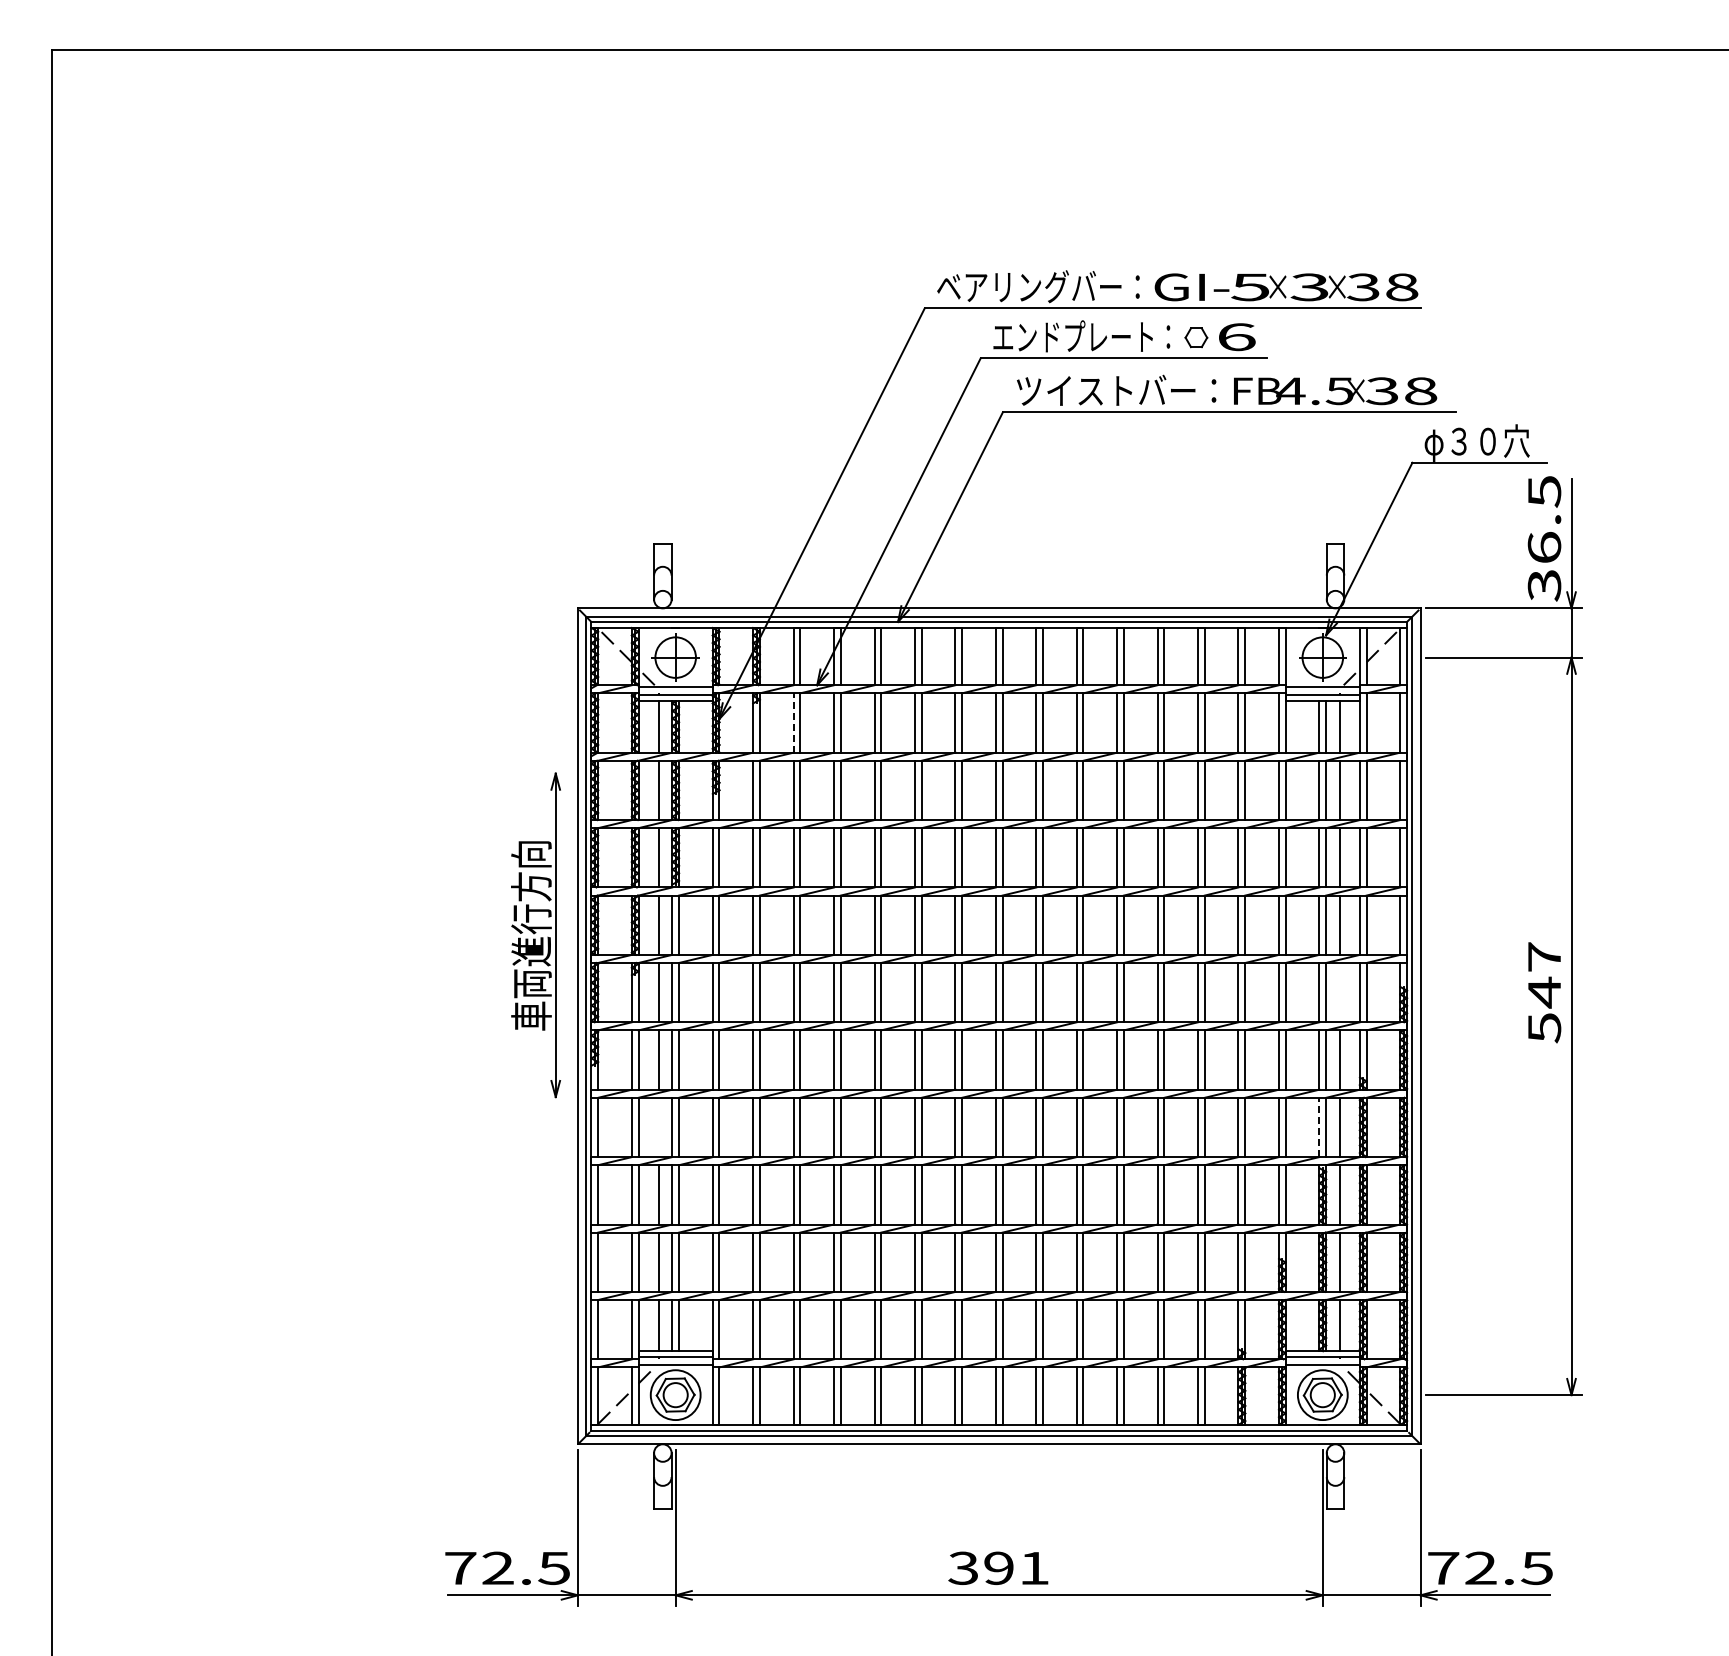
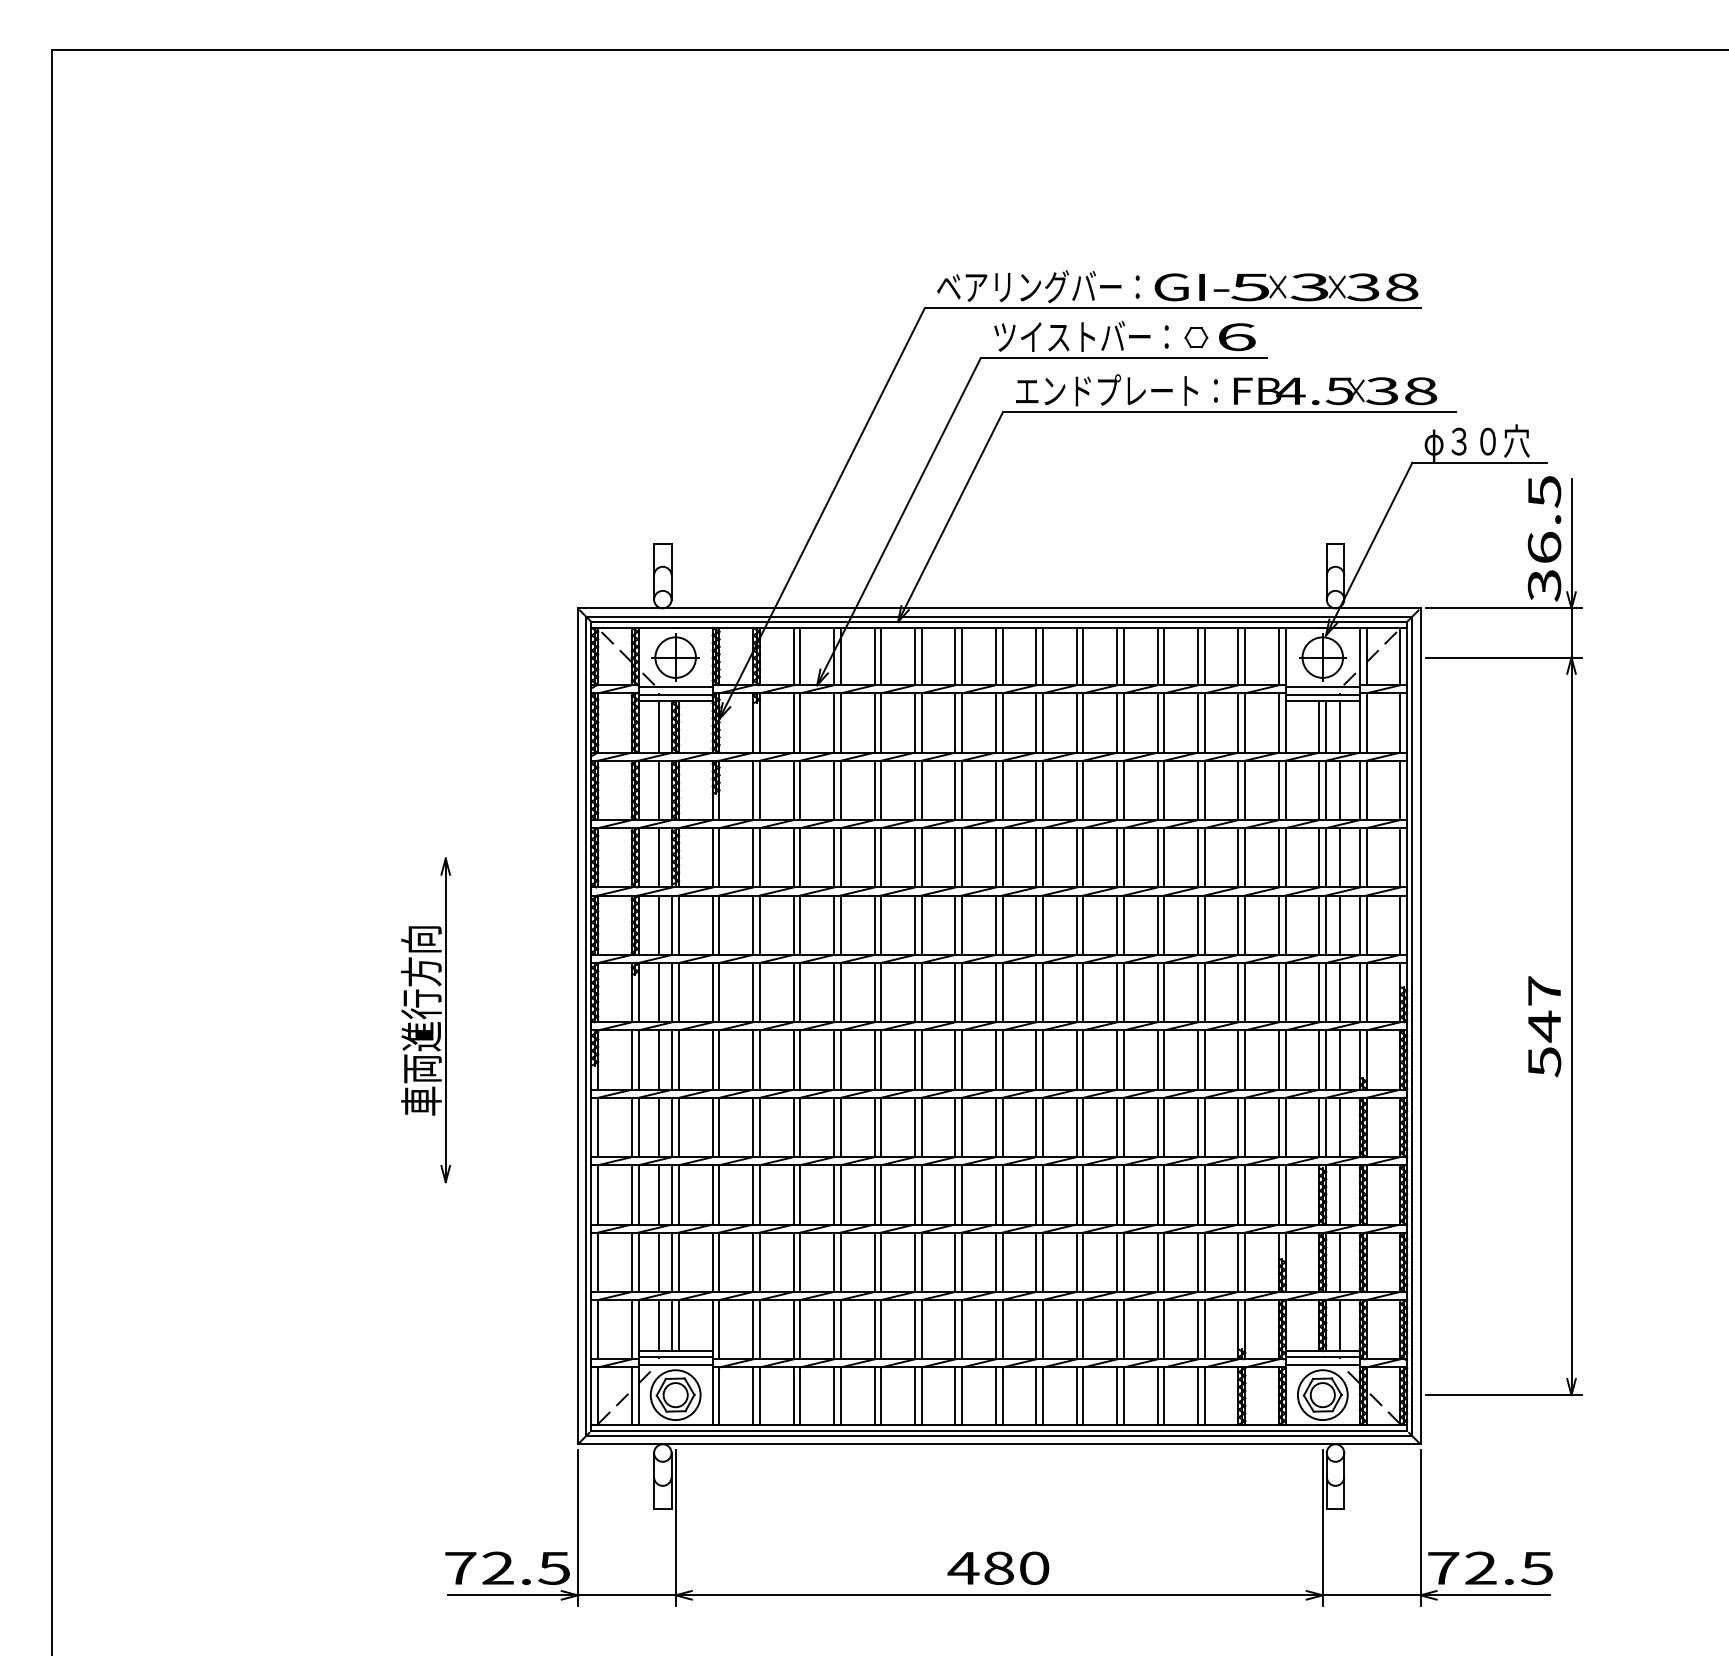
text at (1081, 336): エンドプレート： -> ツイストバー：
text at (1116, 390): ツイストバー： -> エンドプレート：
line at (793, 723): dashed -> solid
part at (535, 935) position: (535, 935) -> (425, 1020)
line at (1339, 992): none -> present
text at (1544, 992) position: (1544, 992) -> (1544, 1026)
line at (658, 1127): none -> present
line at (1319, 1127): dashed -> solid
text at (998, 1568): 391 -> 480
